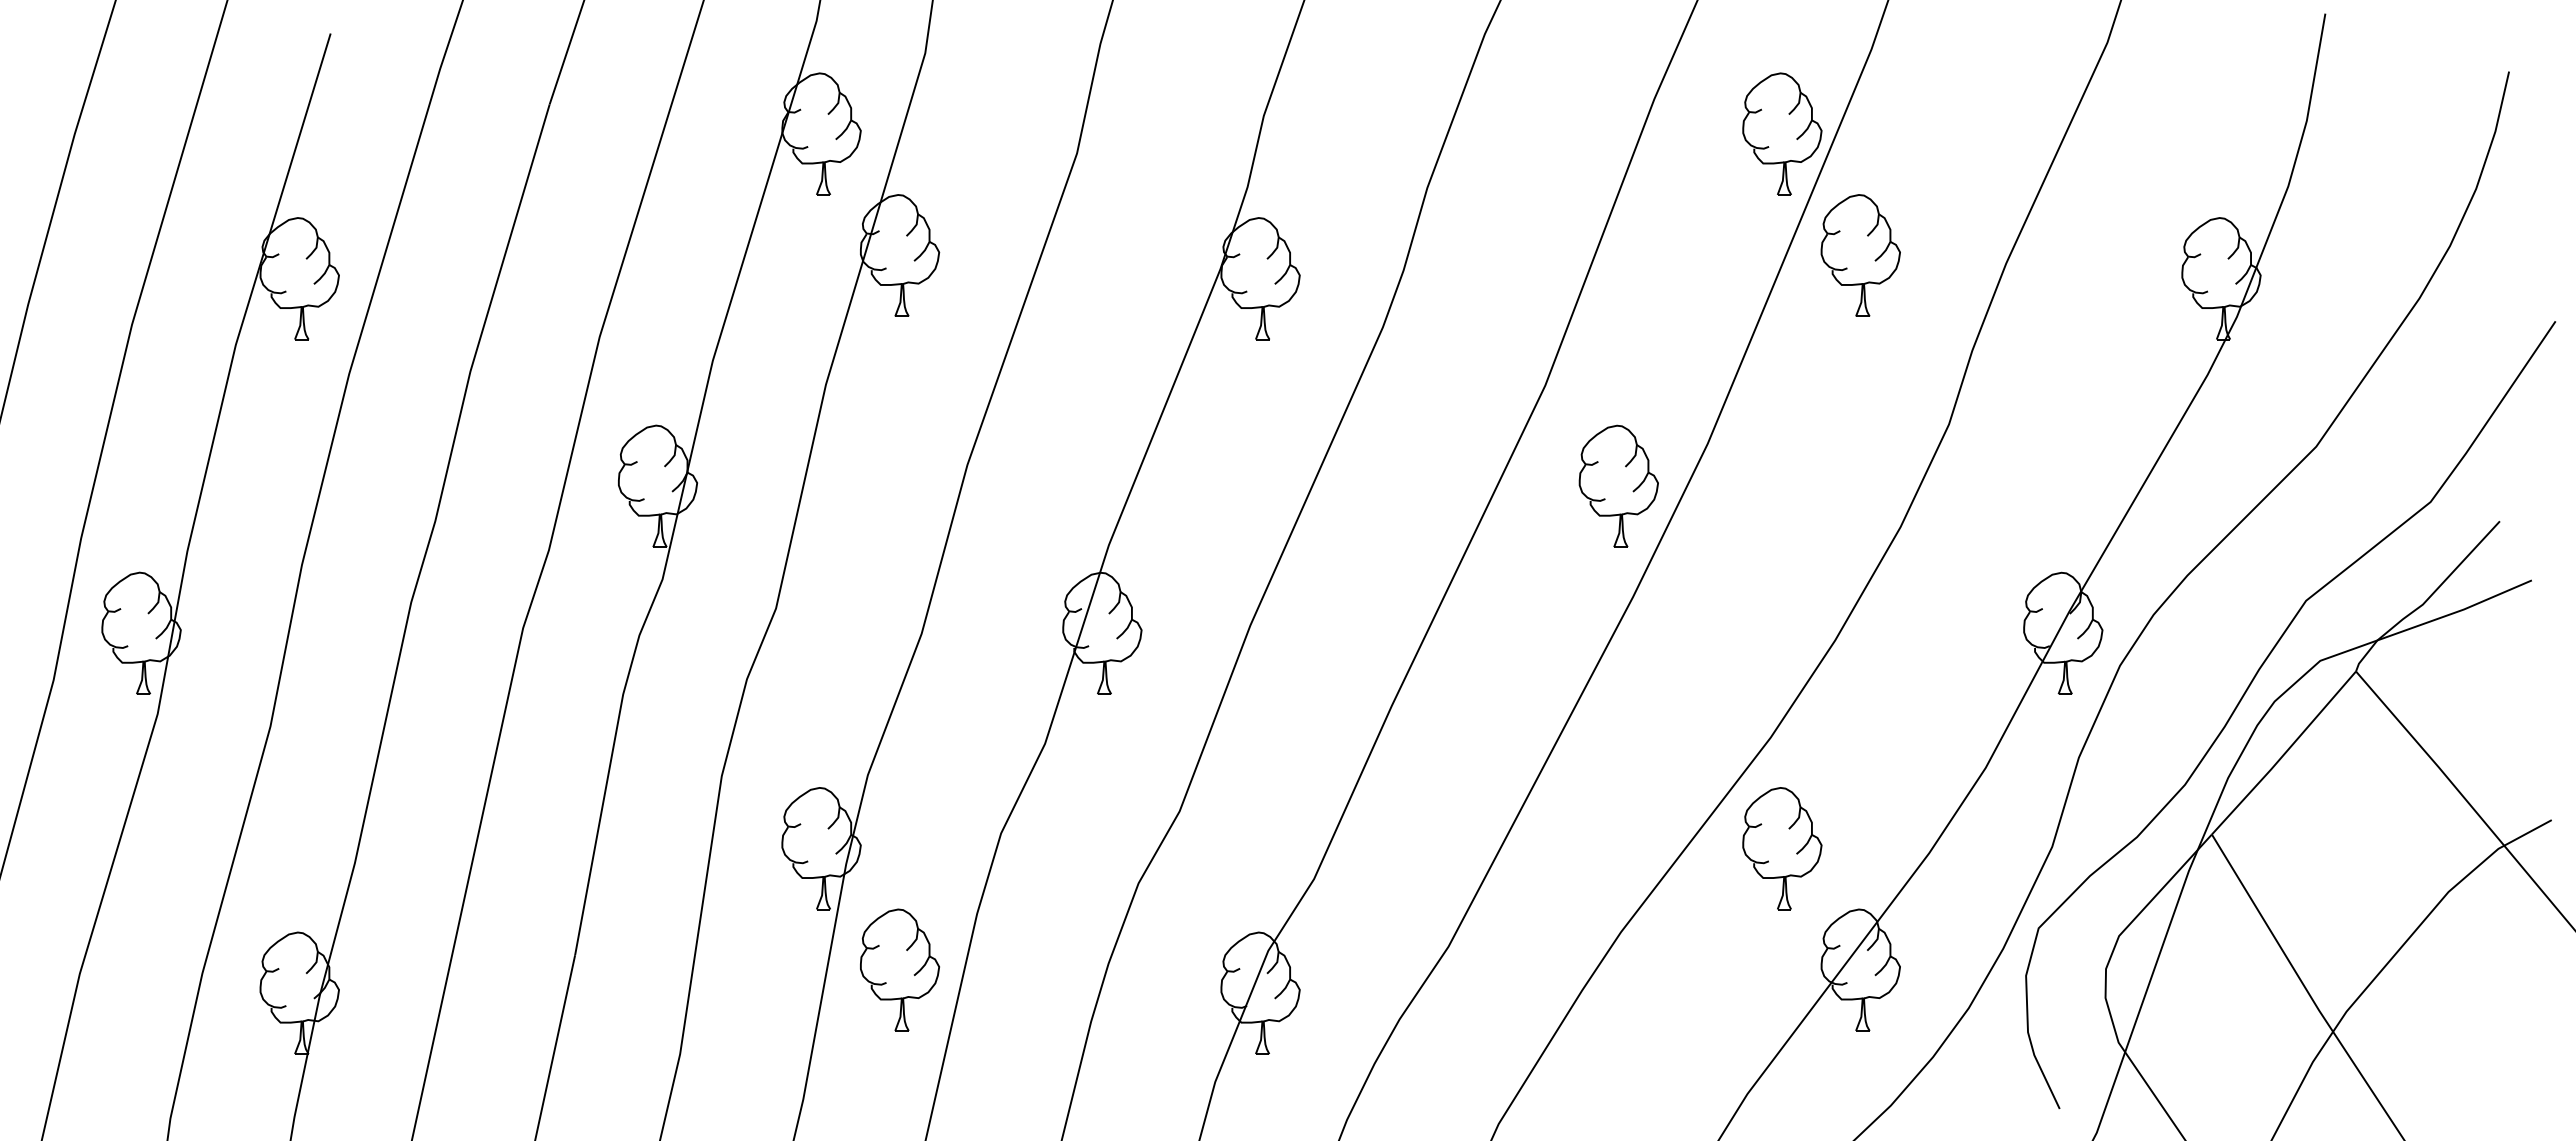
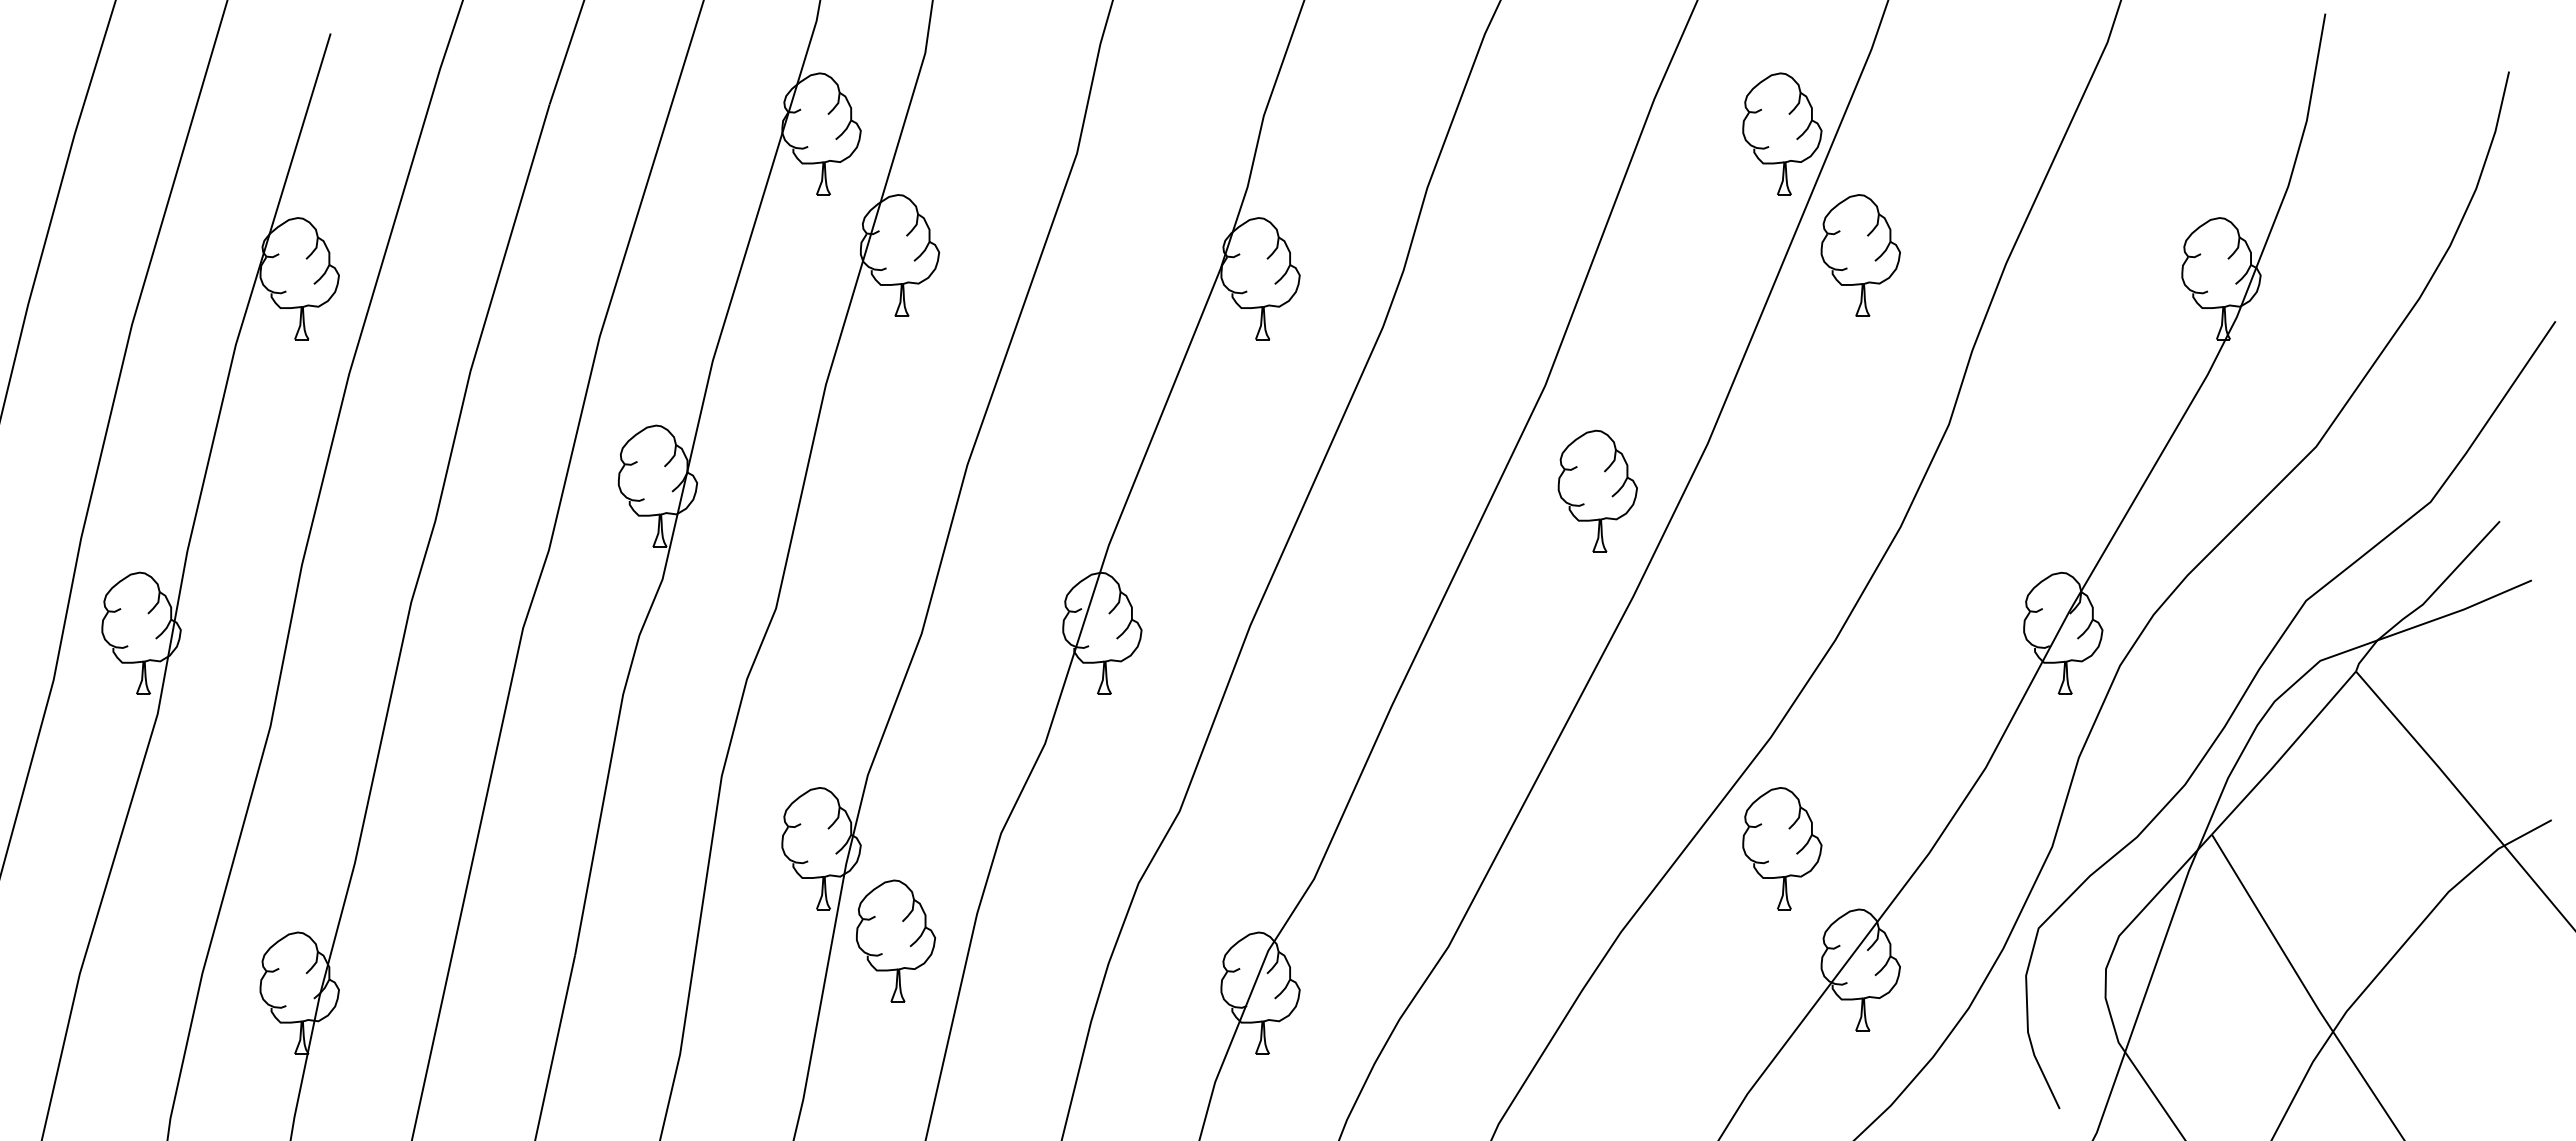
part at (1618, 485) position: (1618, 485) -> (1597, 490)
part at (899, 969) position: (899, 969) -> (895, 940)
